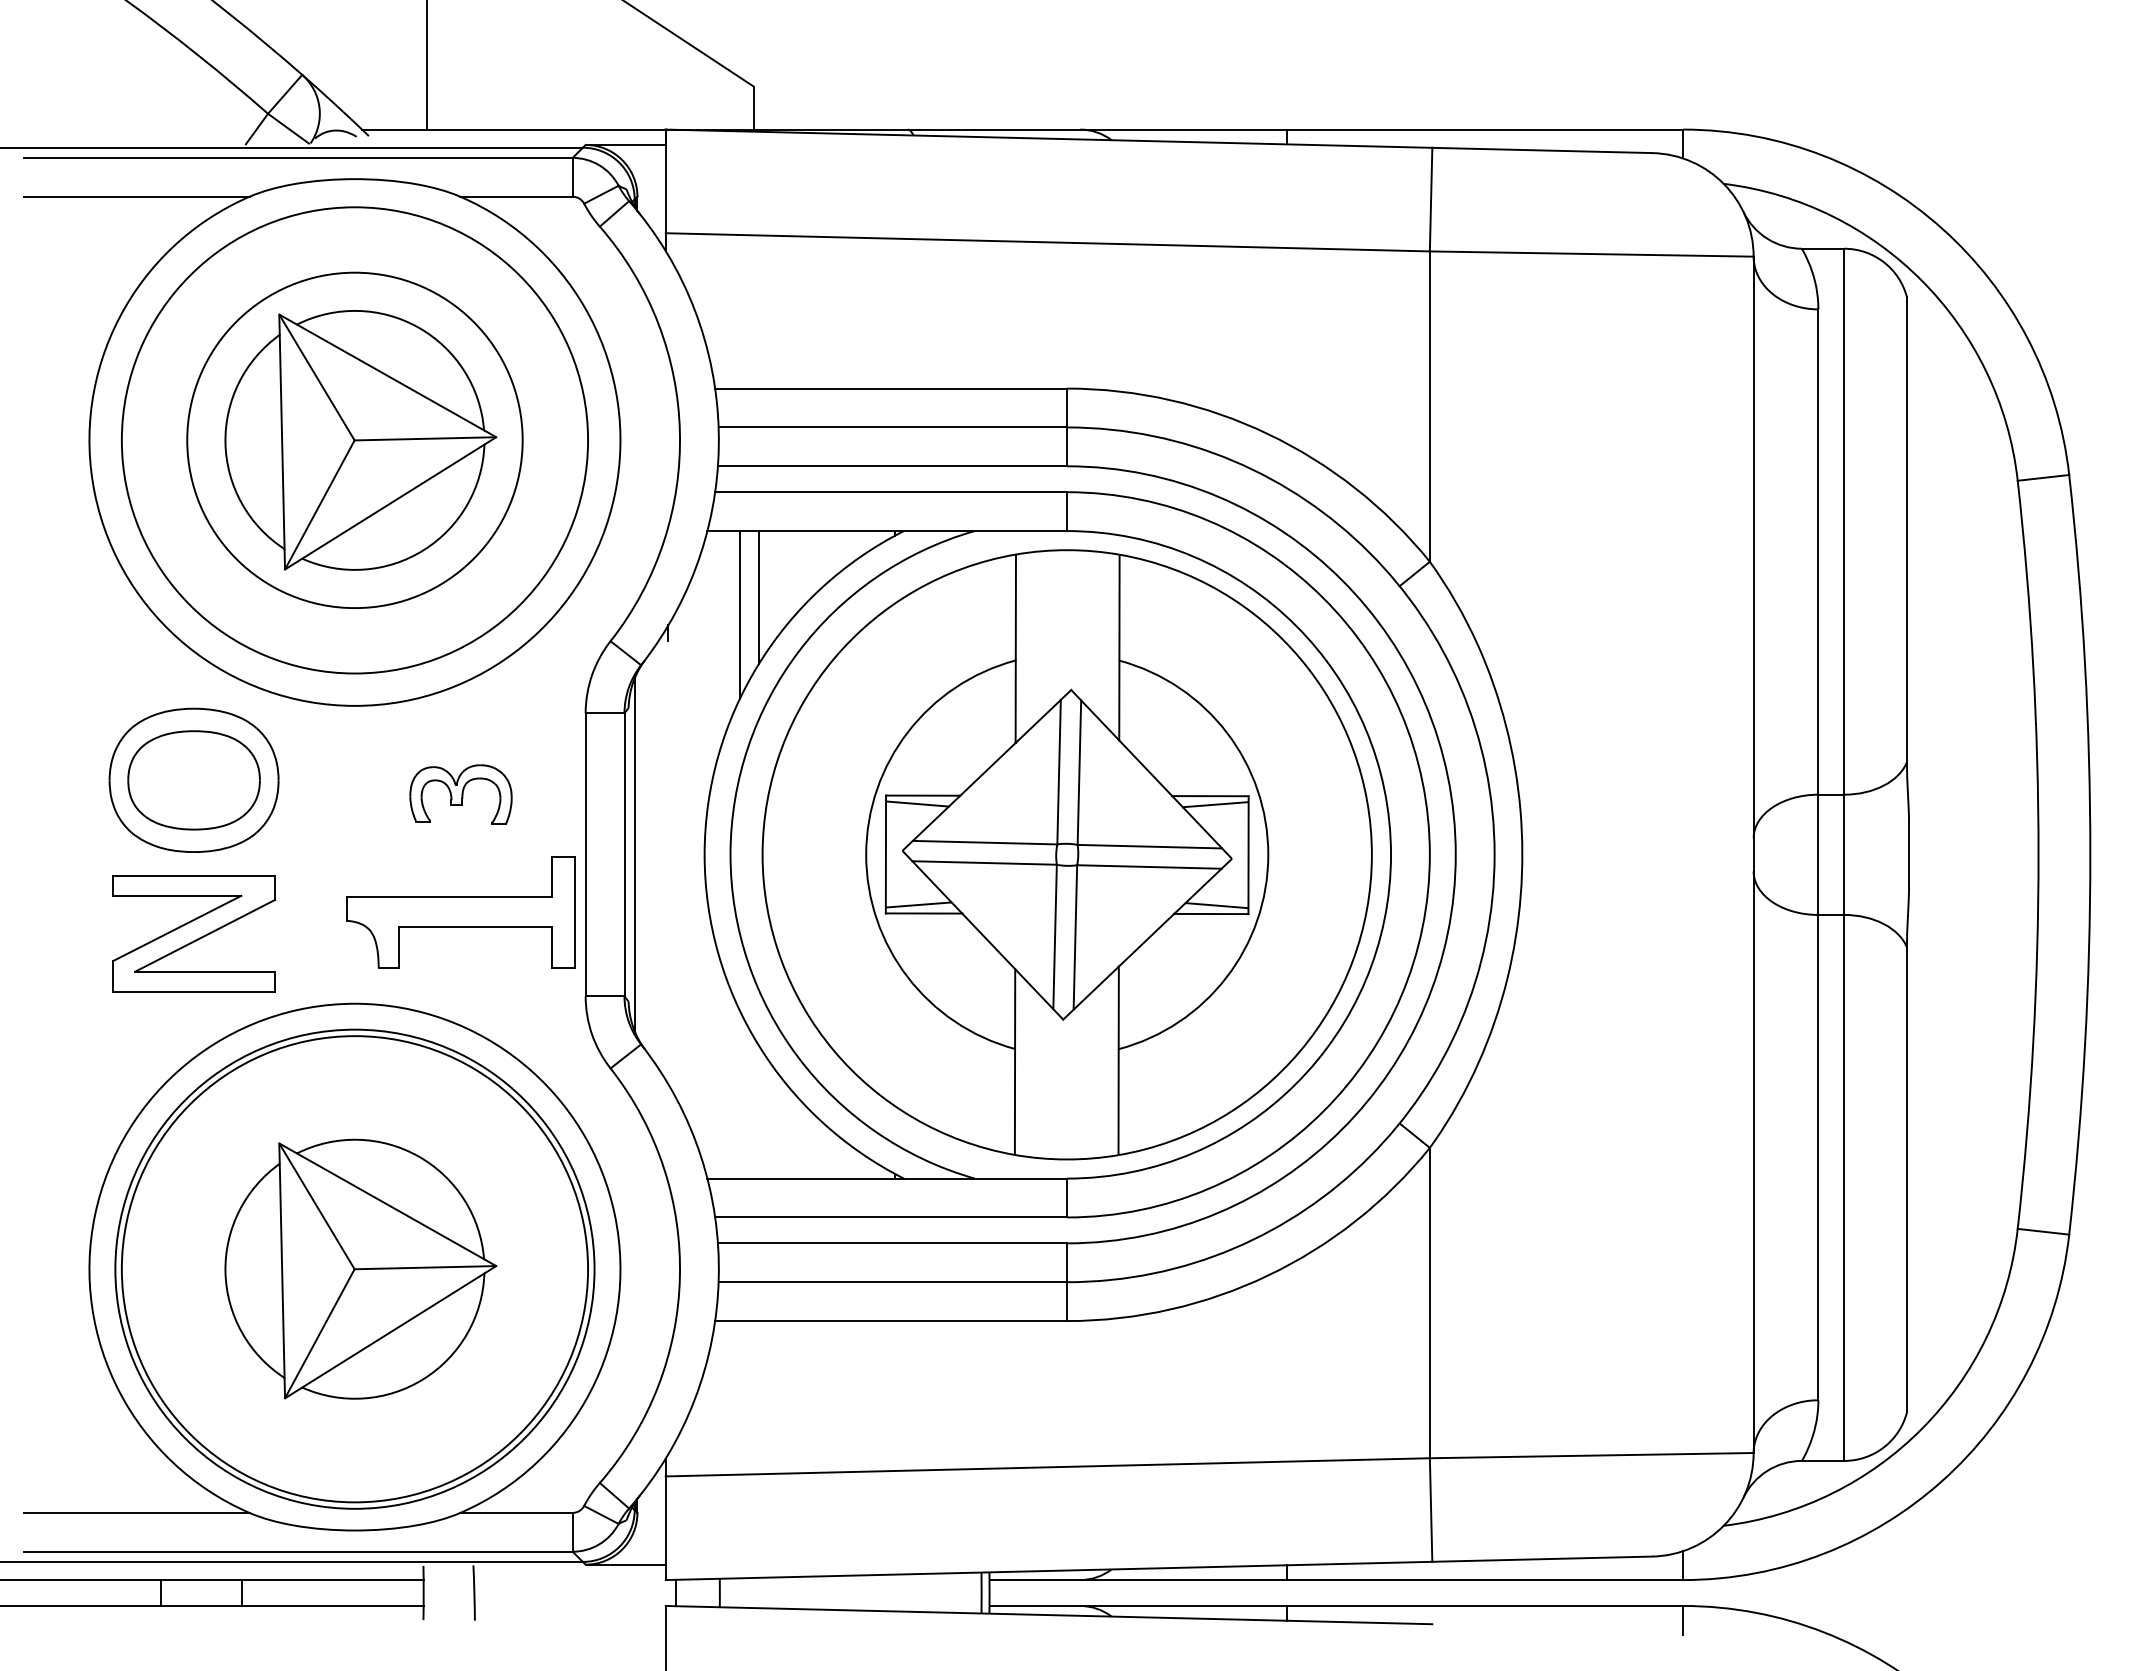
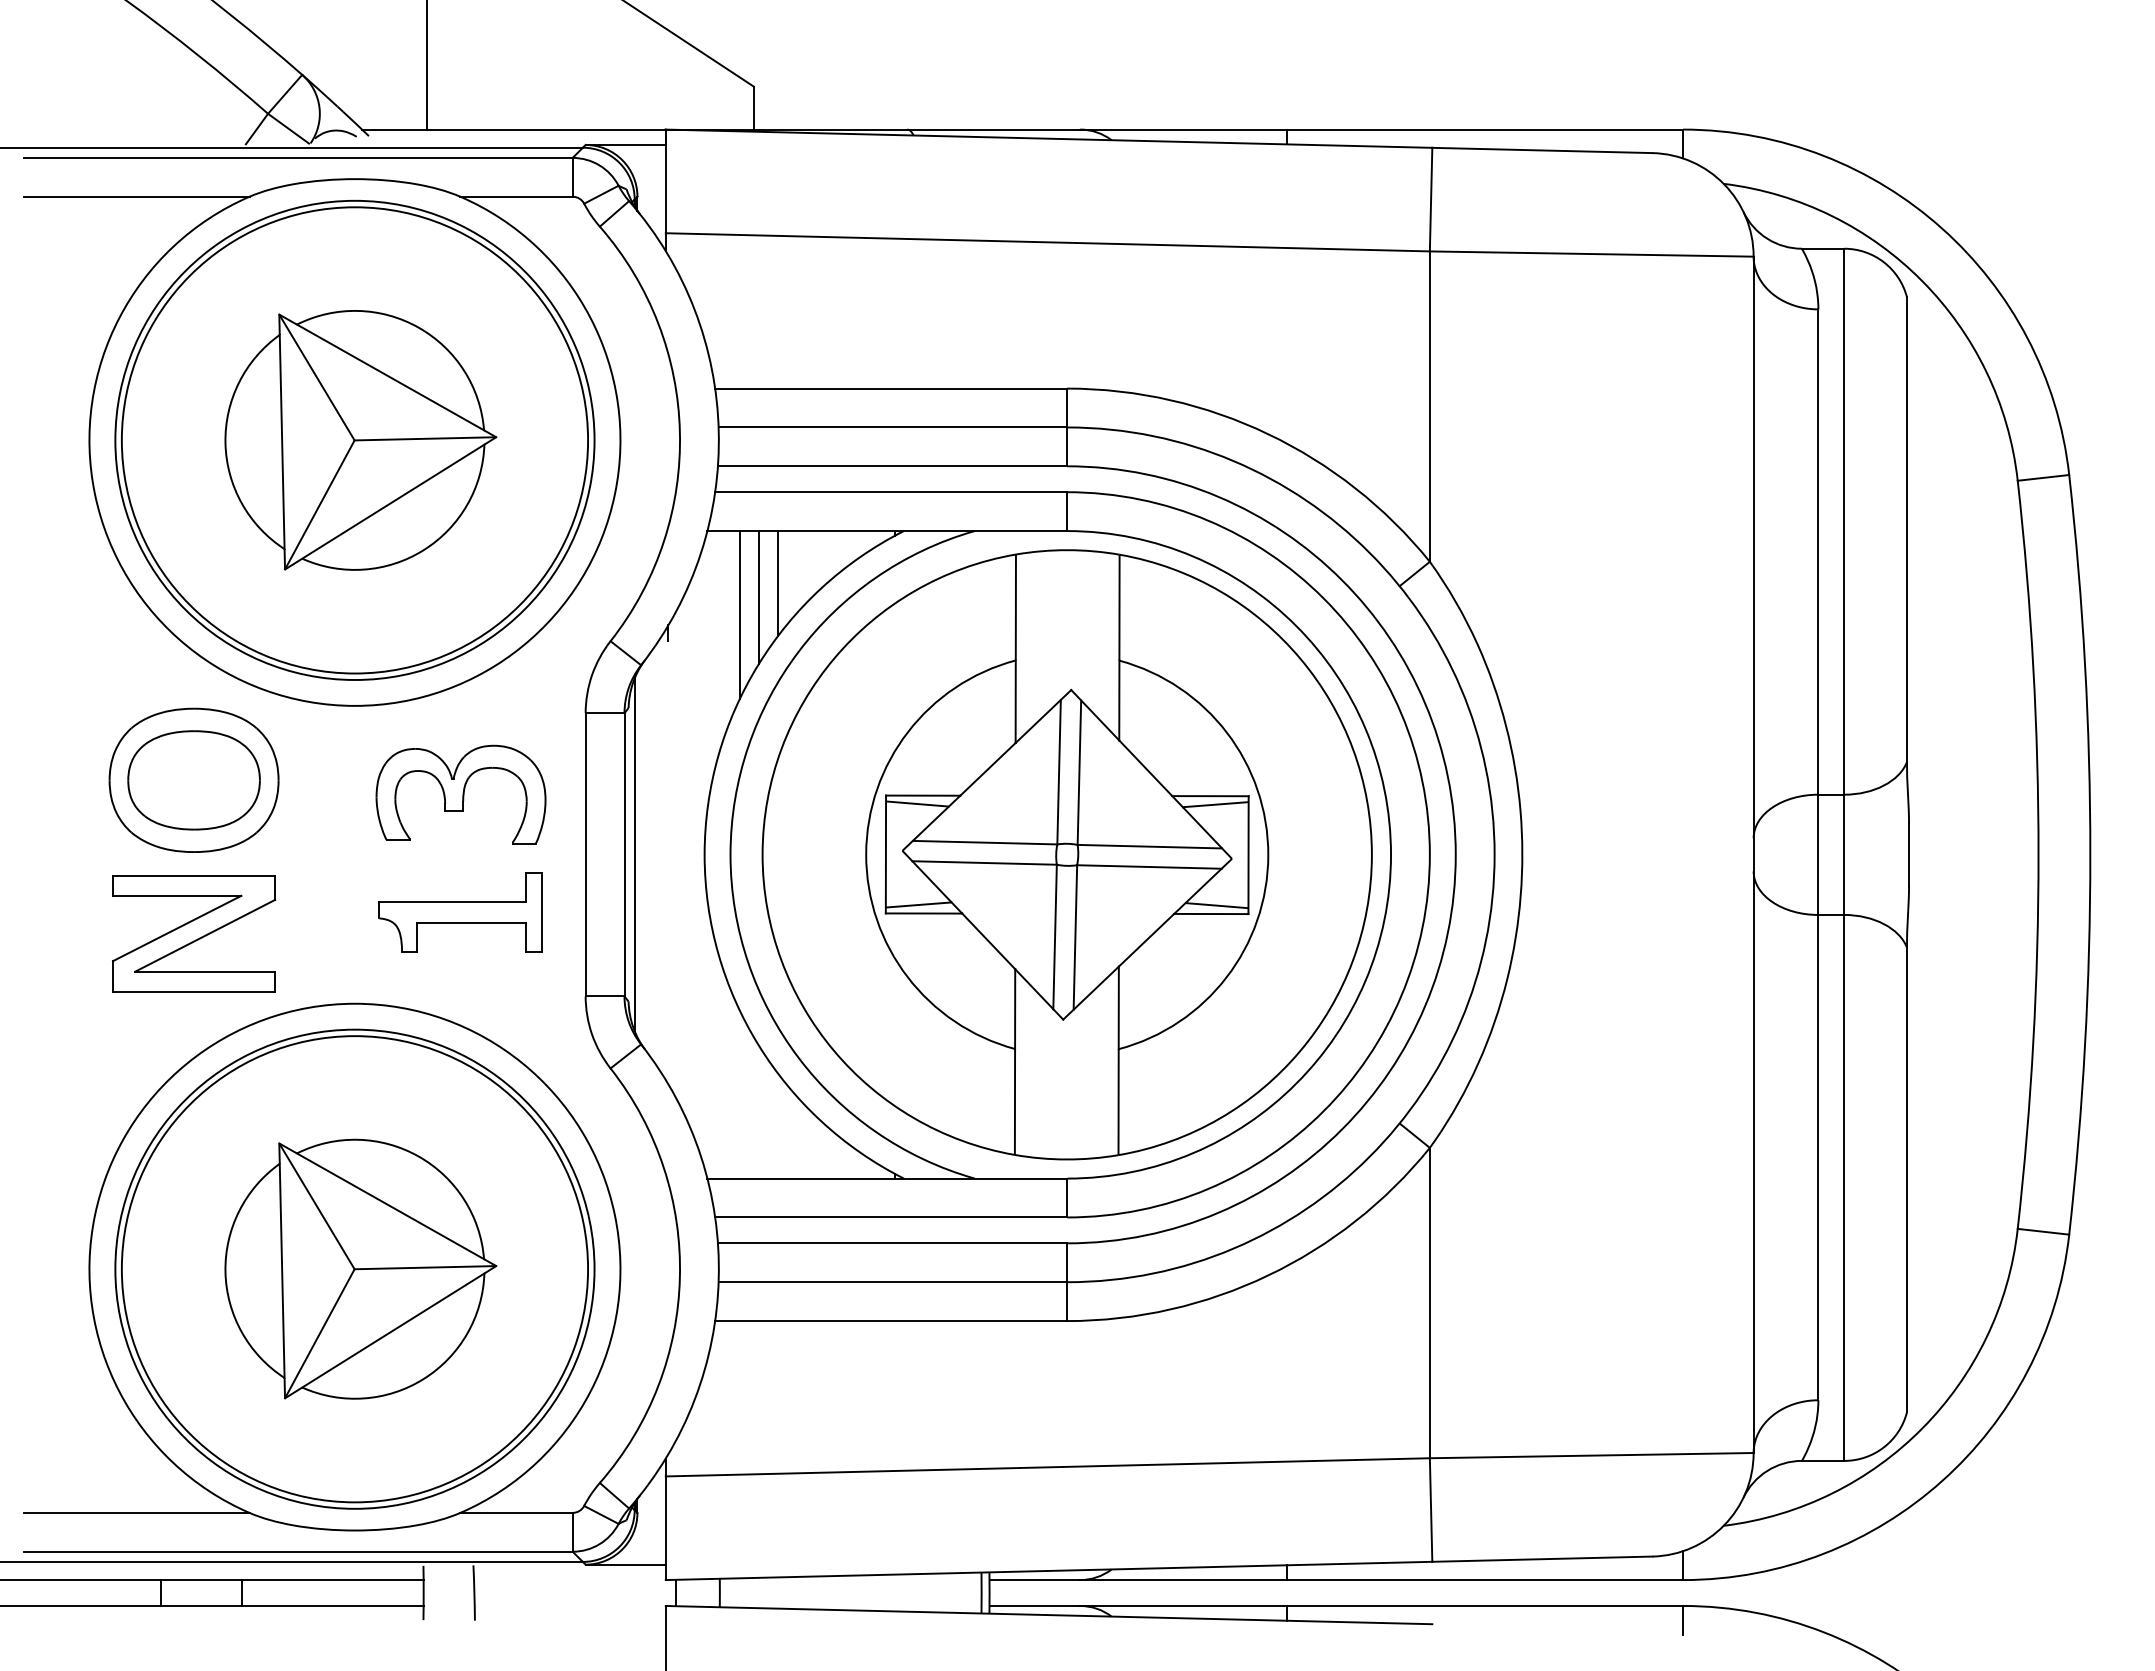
circle at (354, 440) diameter: 335 px -> 479 px
line at (778, 583): none -> present
part at (460, 794) size: 104x61 px -> 172x101 px
part at (460, 912) size: 230x113 px -> 165x81 px
